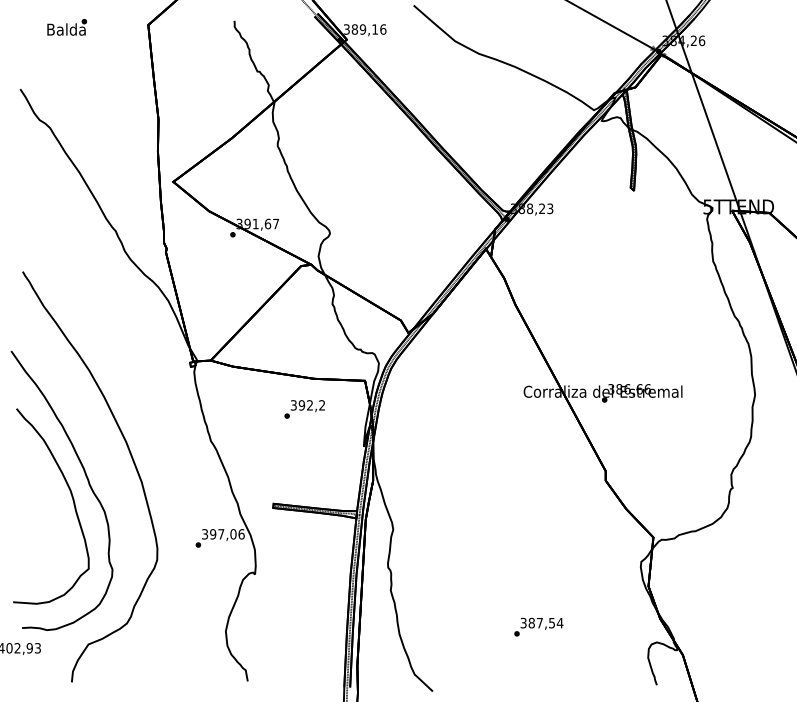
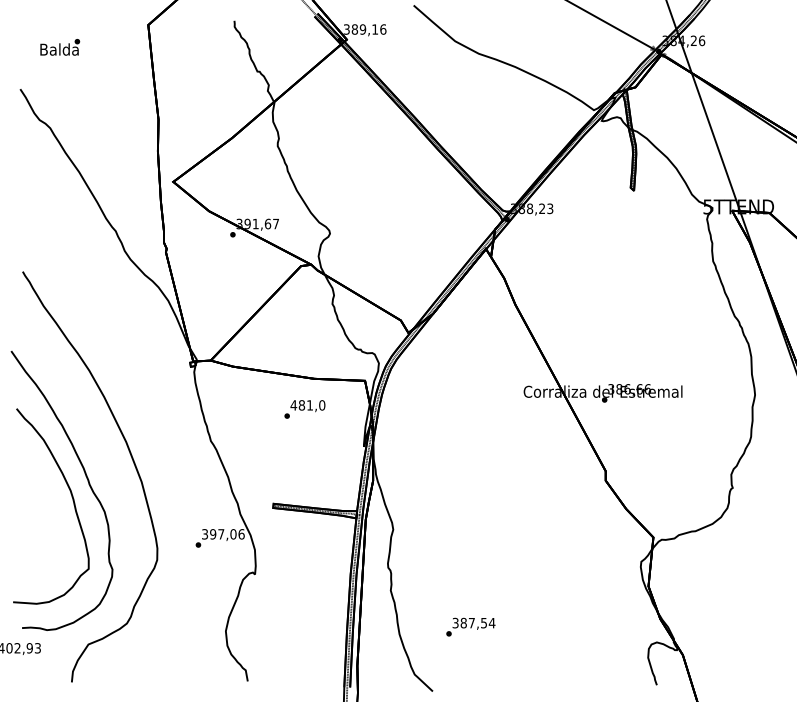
text at (67, 27) position: (67, 27) -> (60, 47)
text at (307, 405): 392,2 -> 481,0
text at (538, 626) position: (538, 626) -> (470, 626)
